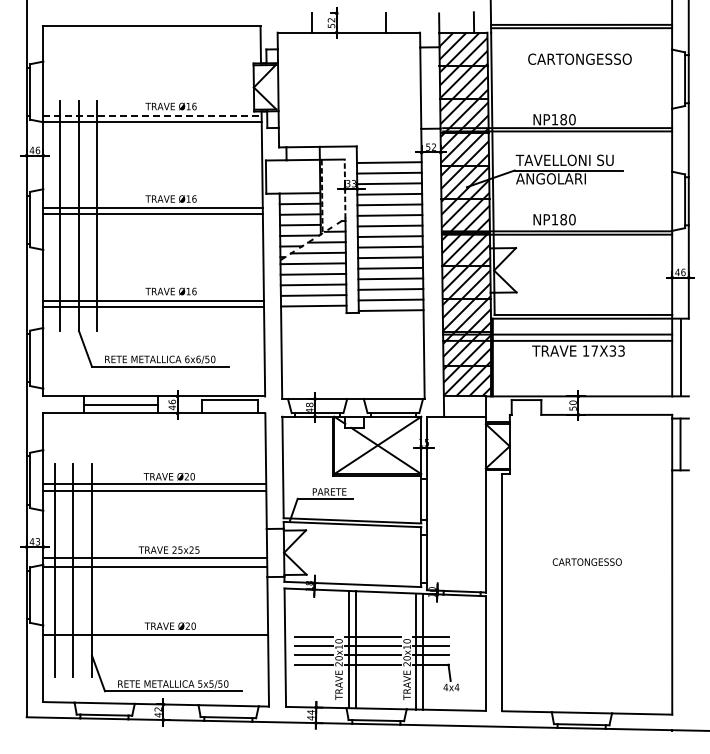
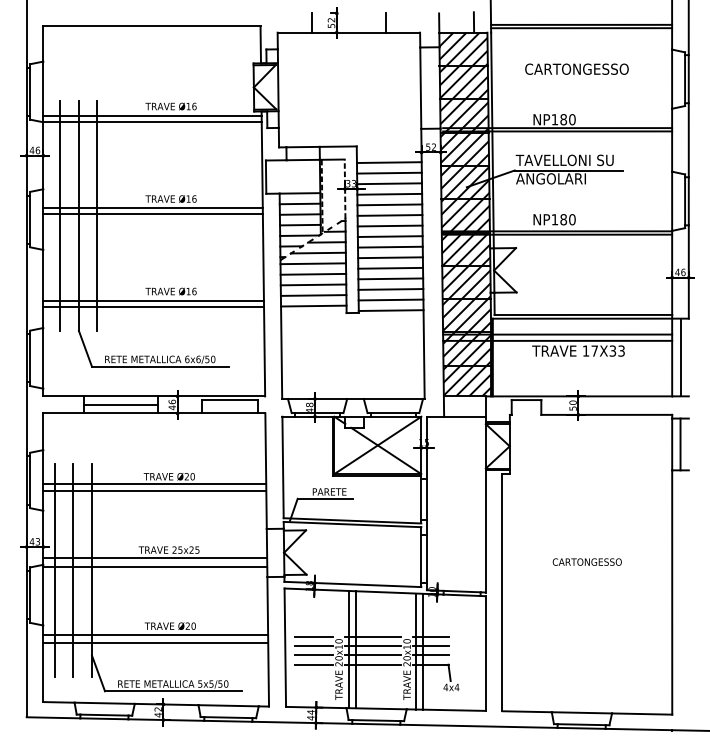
text at (579, 58) position: (579, 58) -> (576, 68)
line at (153, 115): dashed -> solid
line at (155, 642): none -> present
